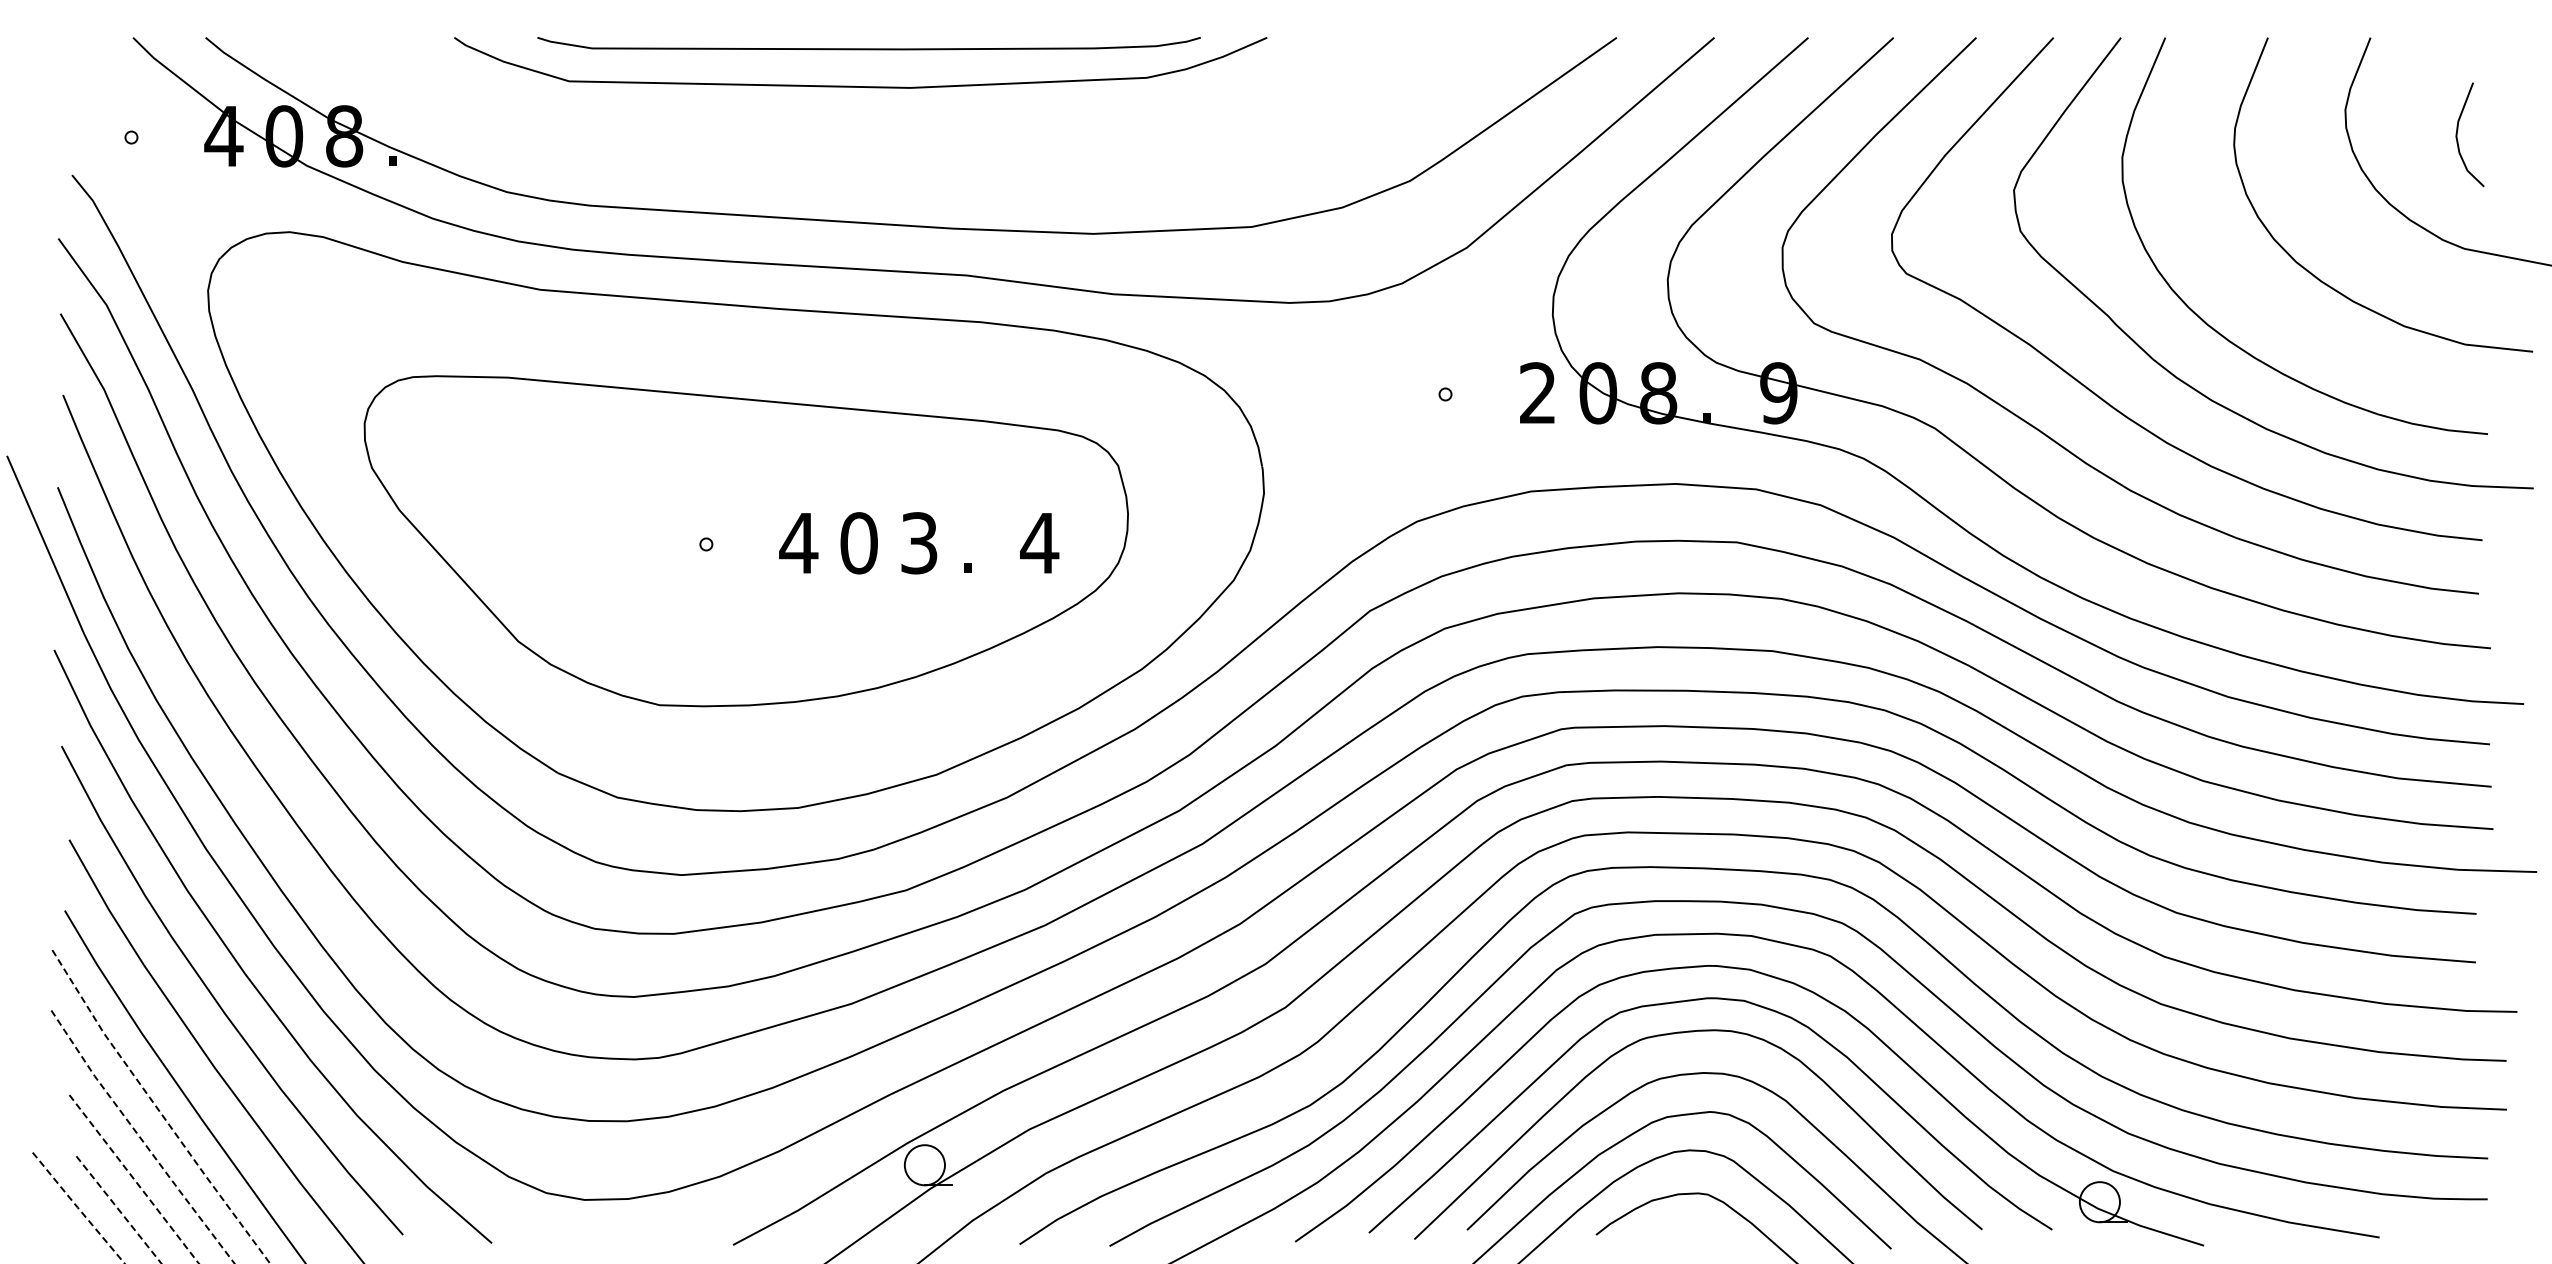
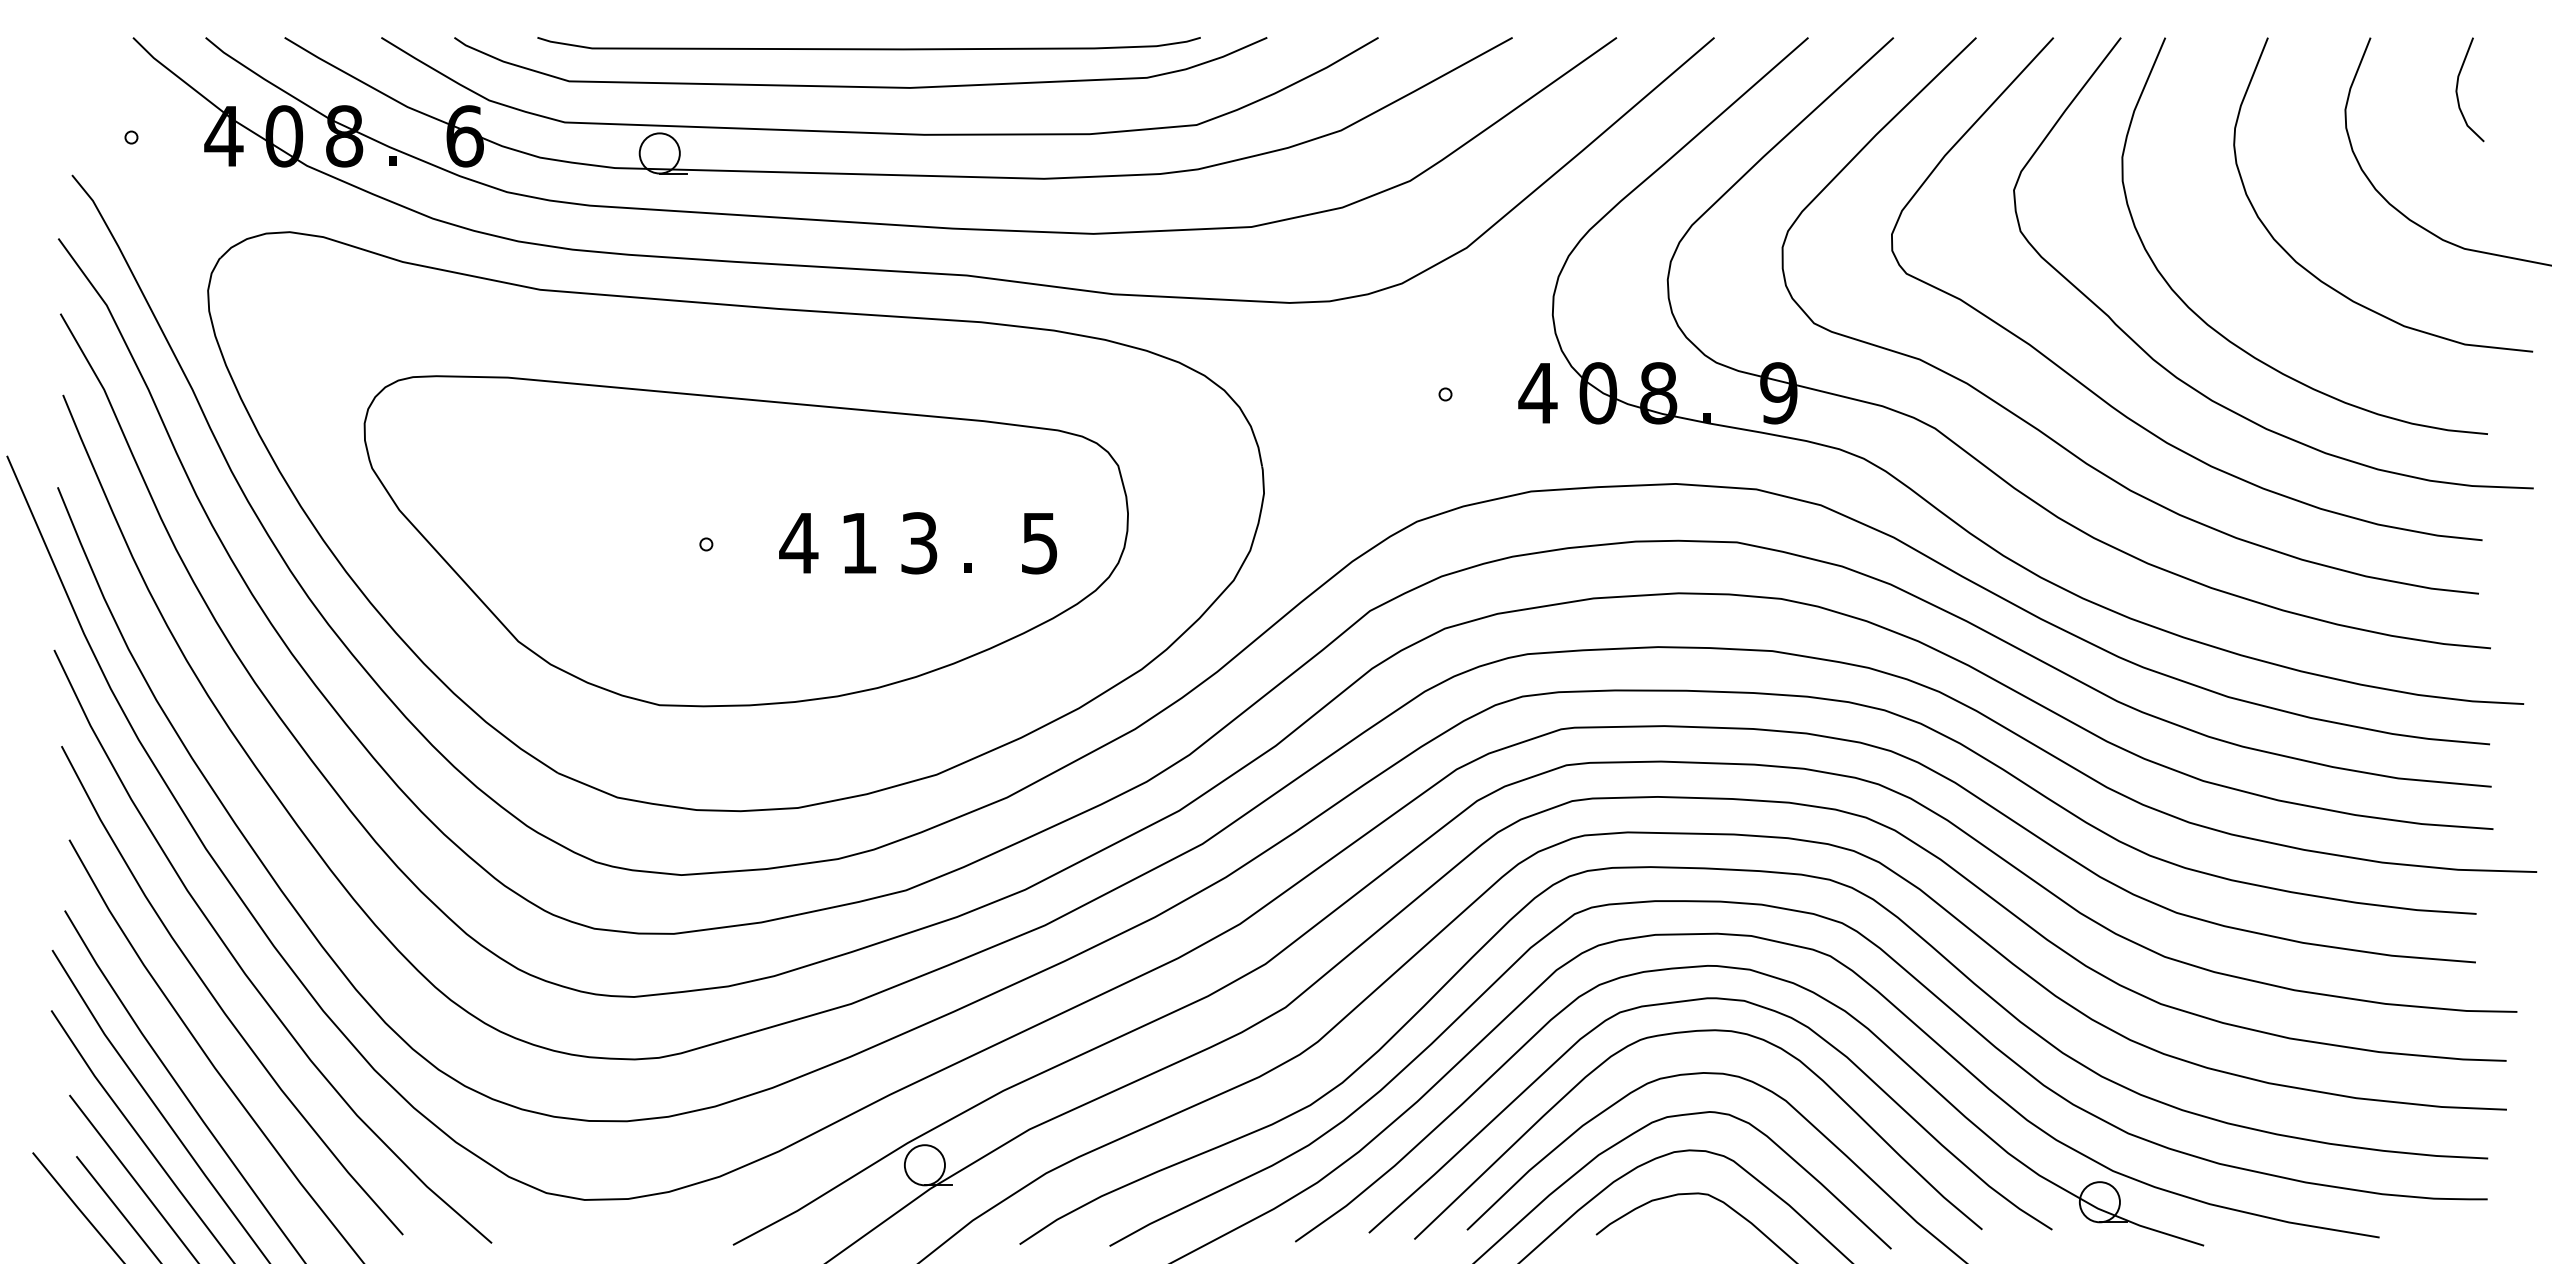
curve at (2458, 130) position: (2458, 130) -> (2458, 85)
part at (895, 132): none -> present
text at (1537, 392): 2 -> 4
text at (858, 543): 0 -> 1
text at (1039, 543): 4 -> 5
line at (157, 1109): dashed -> solid
line at (140, 1138): dashed -> solid
line at (134, 1179): dashed -> solid
line at (78, 1208): dashed -> solid
line at (119, 1210): dashed -> solid
